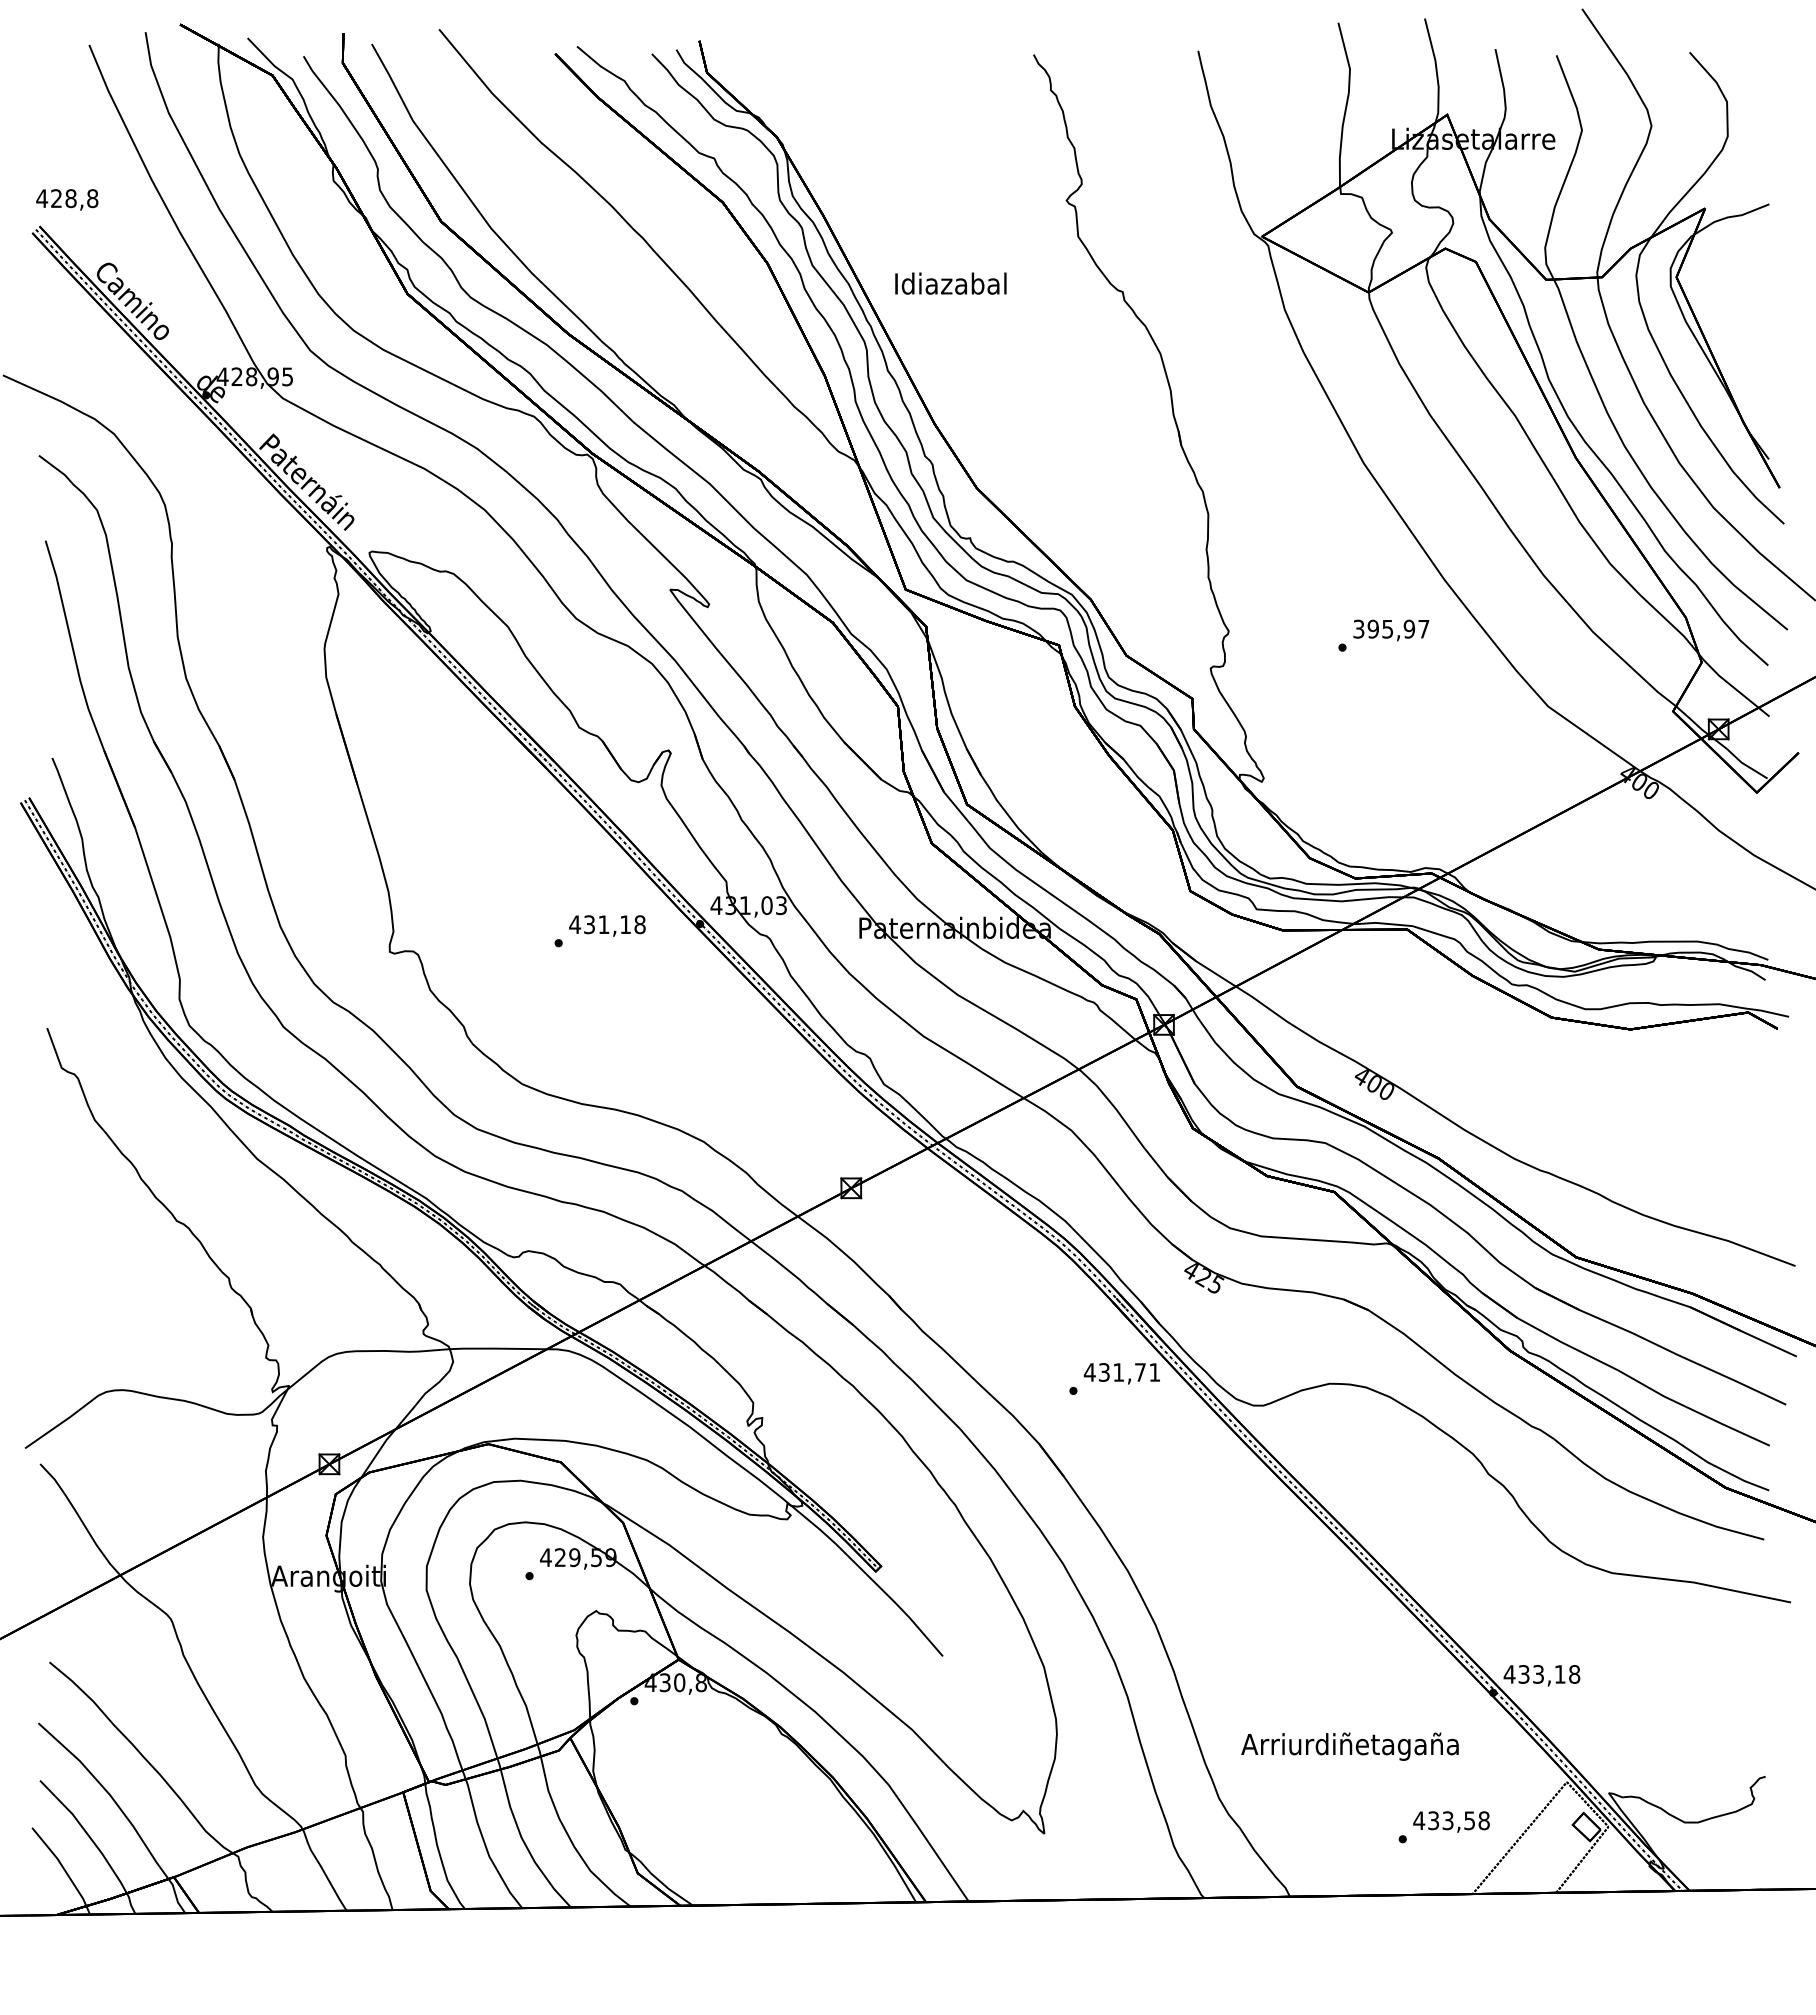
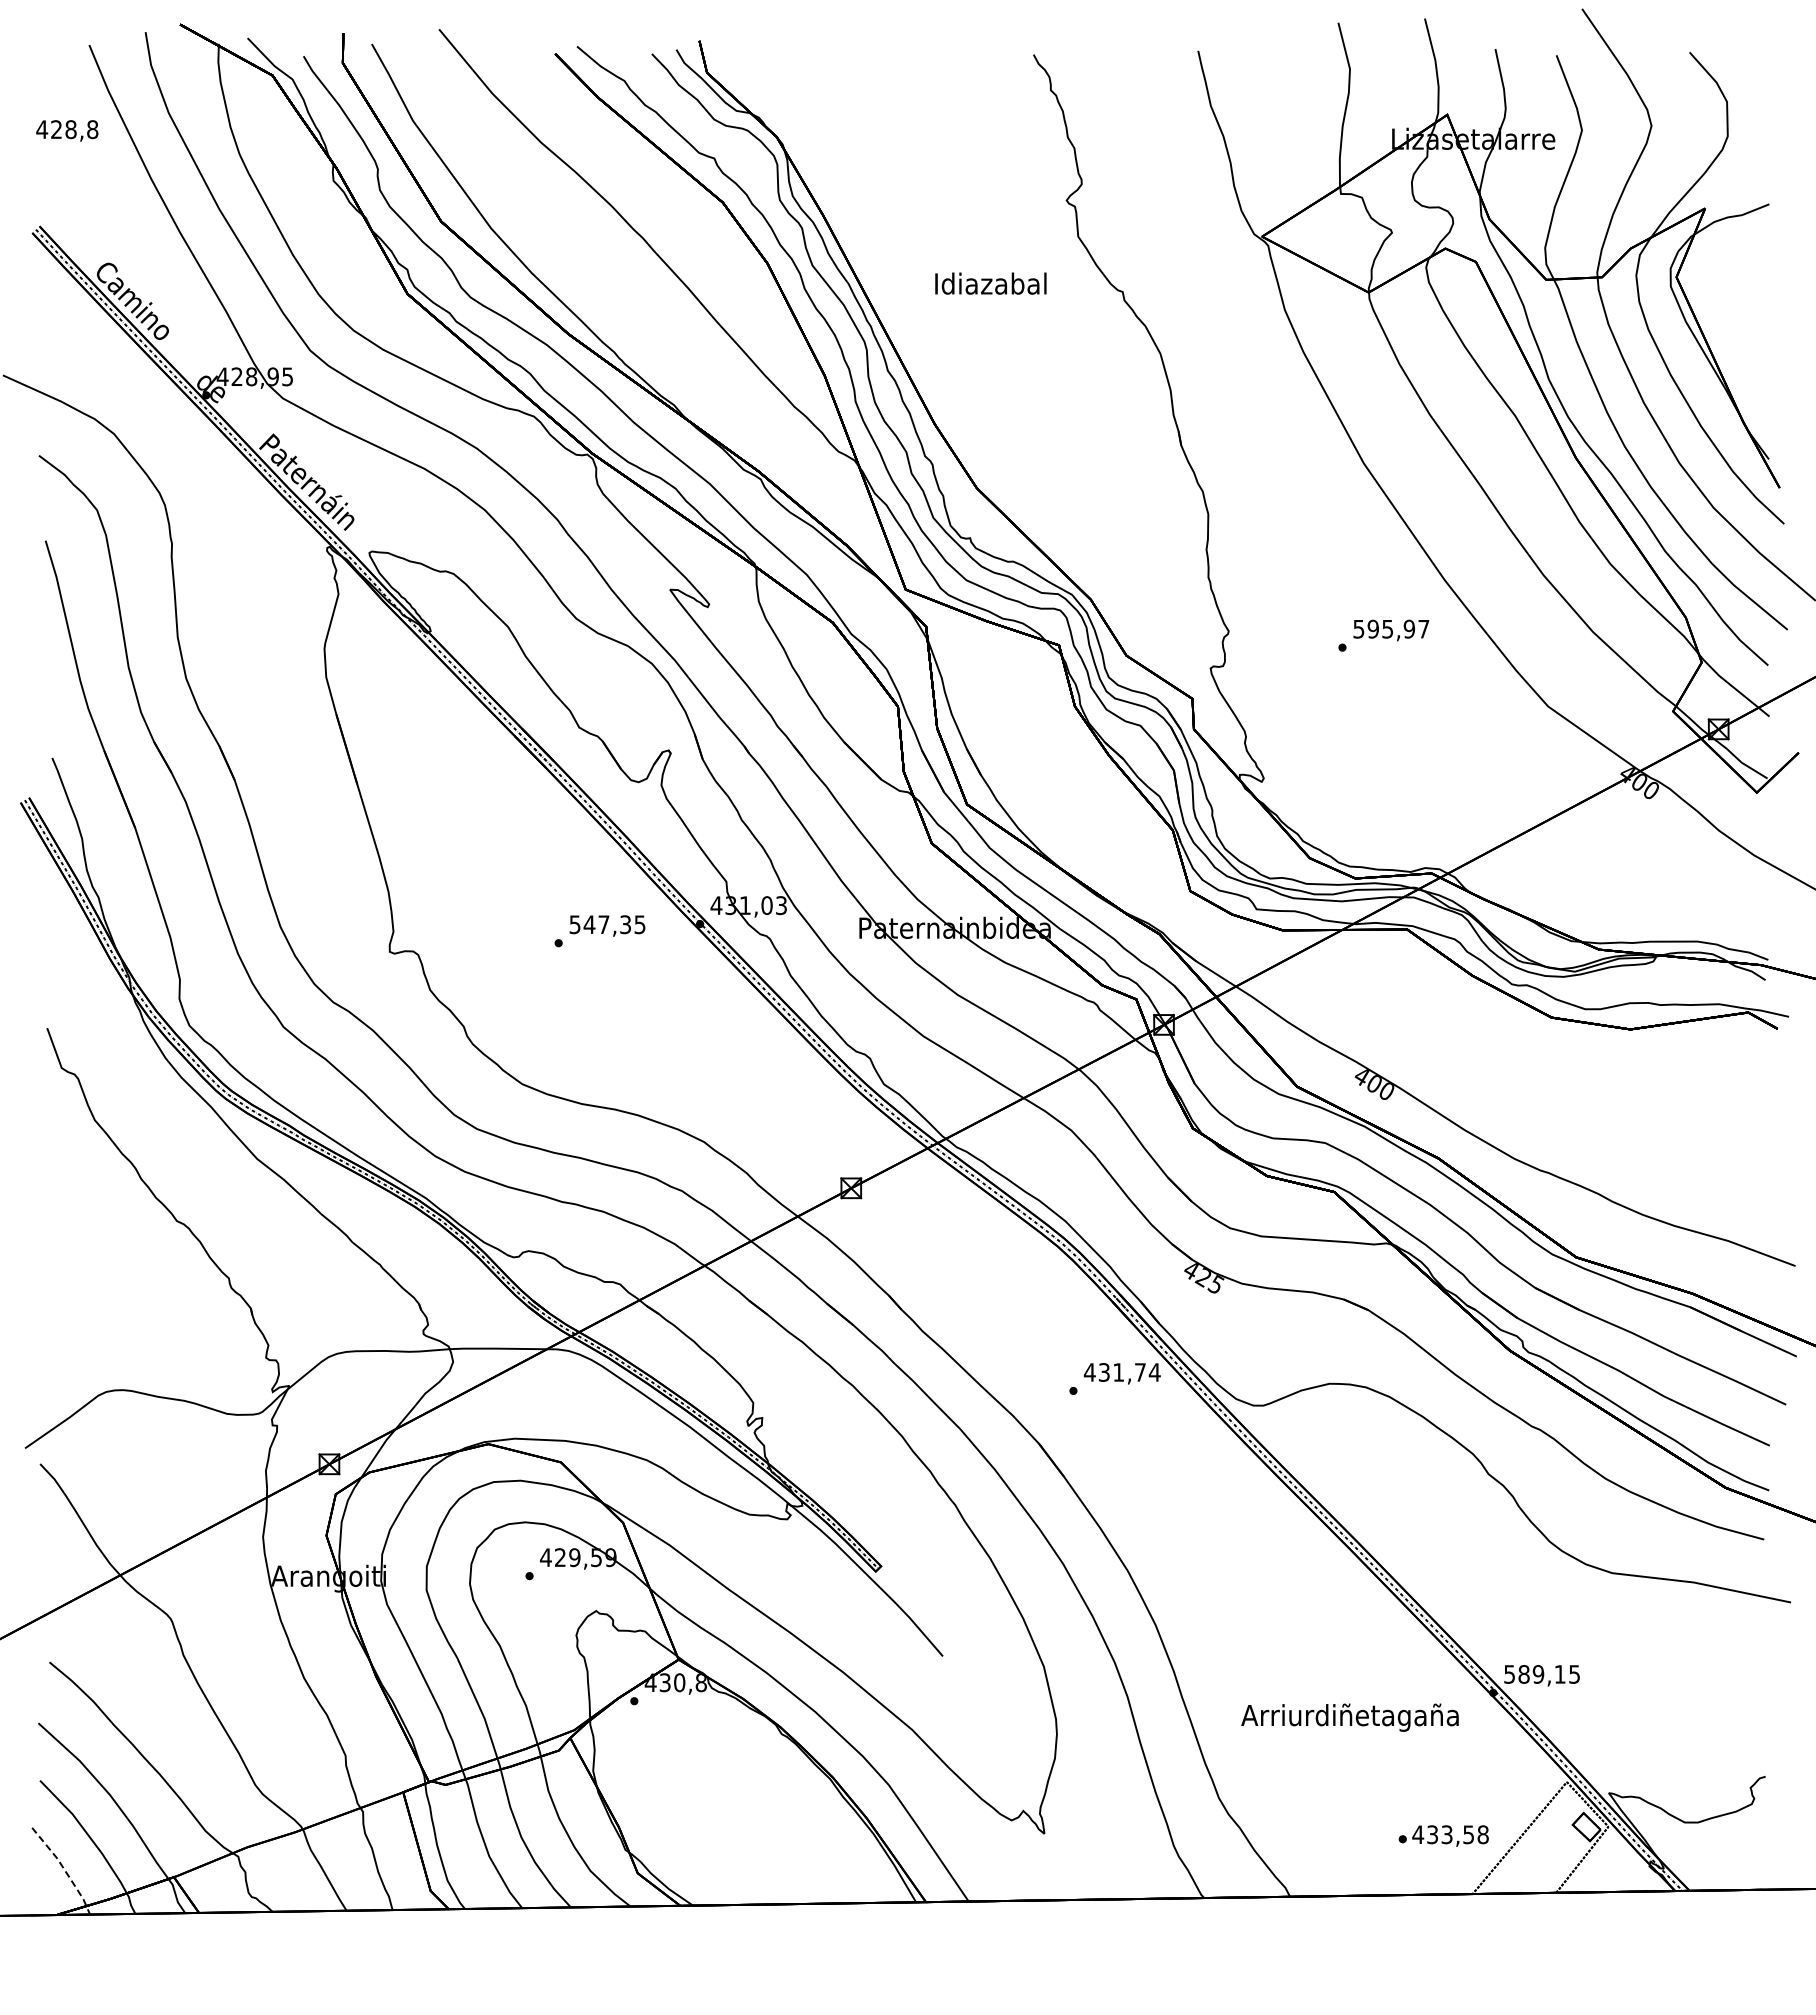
text at (67, 199) position: (67, 199) -> (67, 130)
text at (950, 283) position: (950, 283) -> (990, 283)
text at (1359, 628): 395,97 -> 595,97
text at (607, 924): 431,18 -> 547,35
text at (1154, 1372): 431,71 -> 431,74
text at (1541, 1674): 433,18 -> 589,15
text at (1349, 1746) position: (1349, 1746) -> (1349, 1717)
text at (1451, 1821) position: (1451, 1821) -> (1450, 1835)
line at (64, 1869): solid -> dashed
